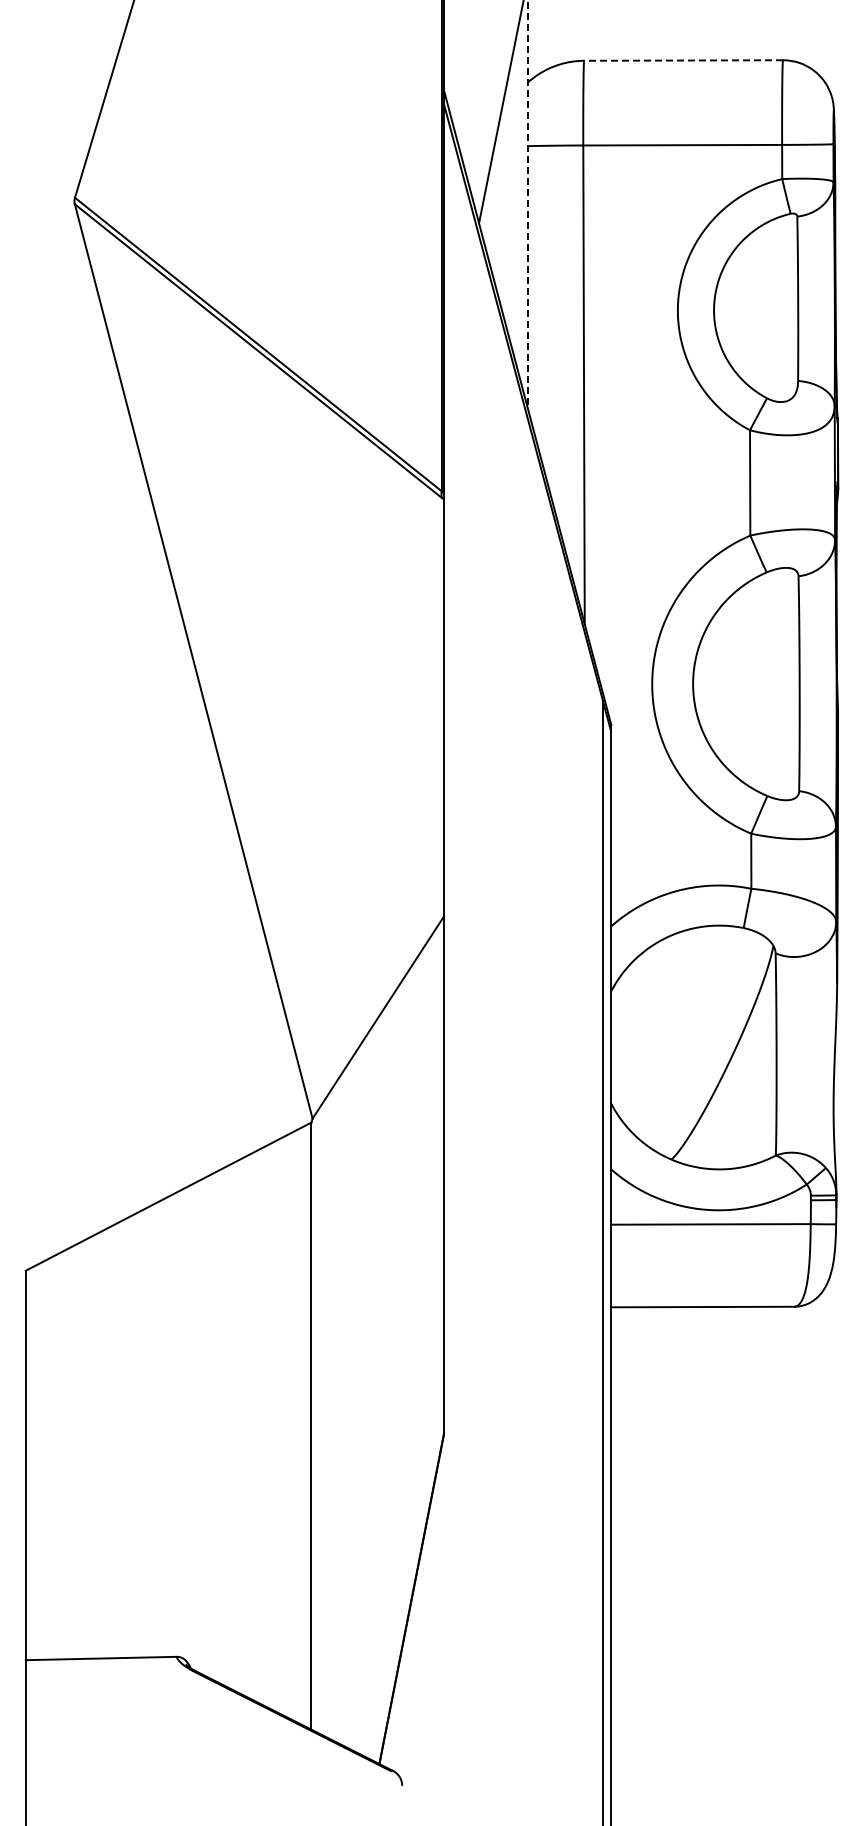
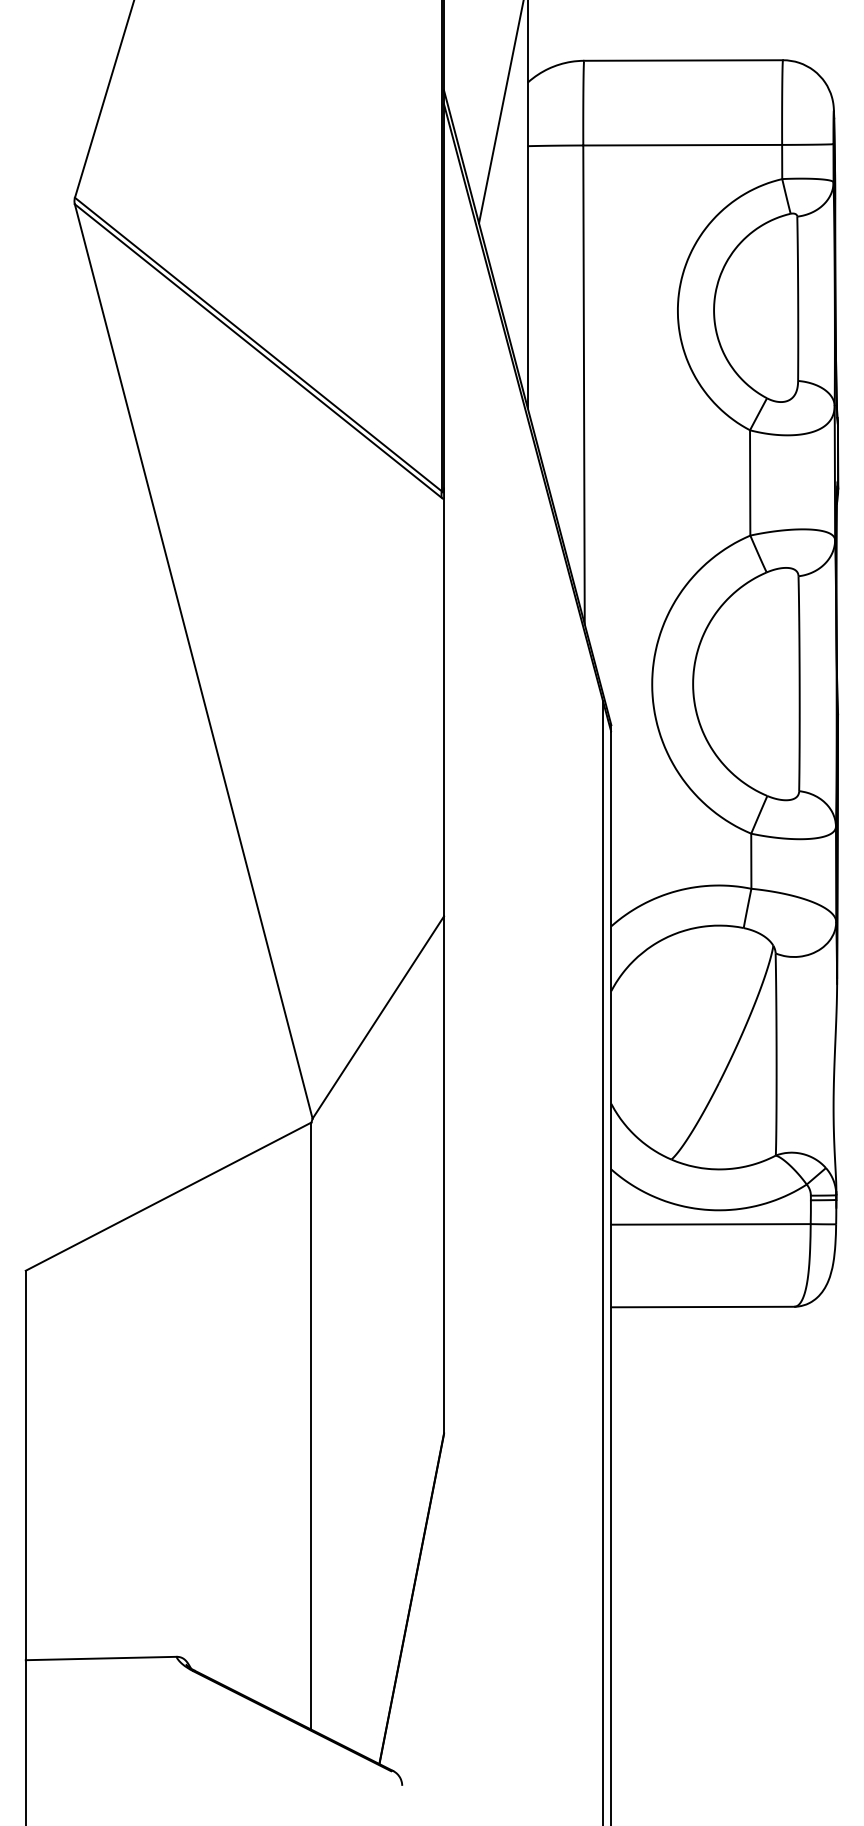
line at (683, 60): dashed -> solid
line at (527, 204): dashed -> solid
